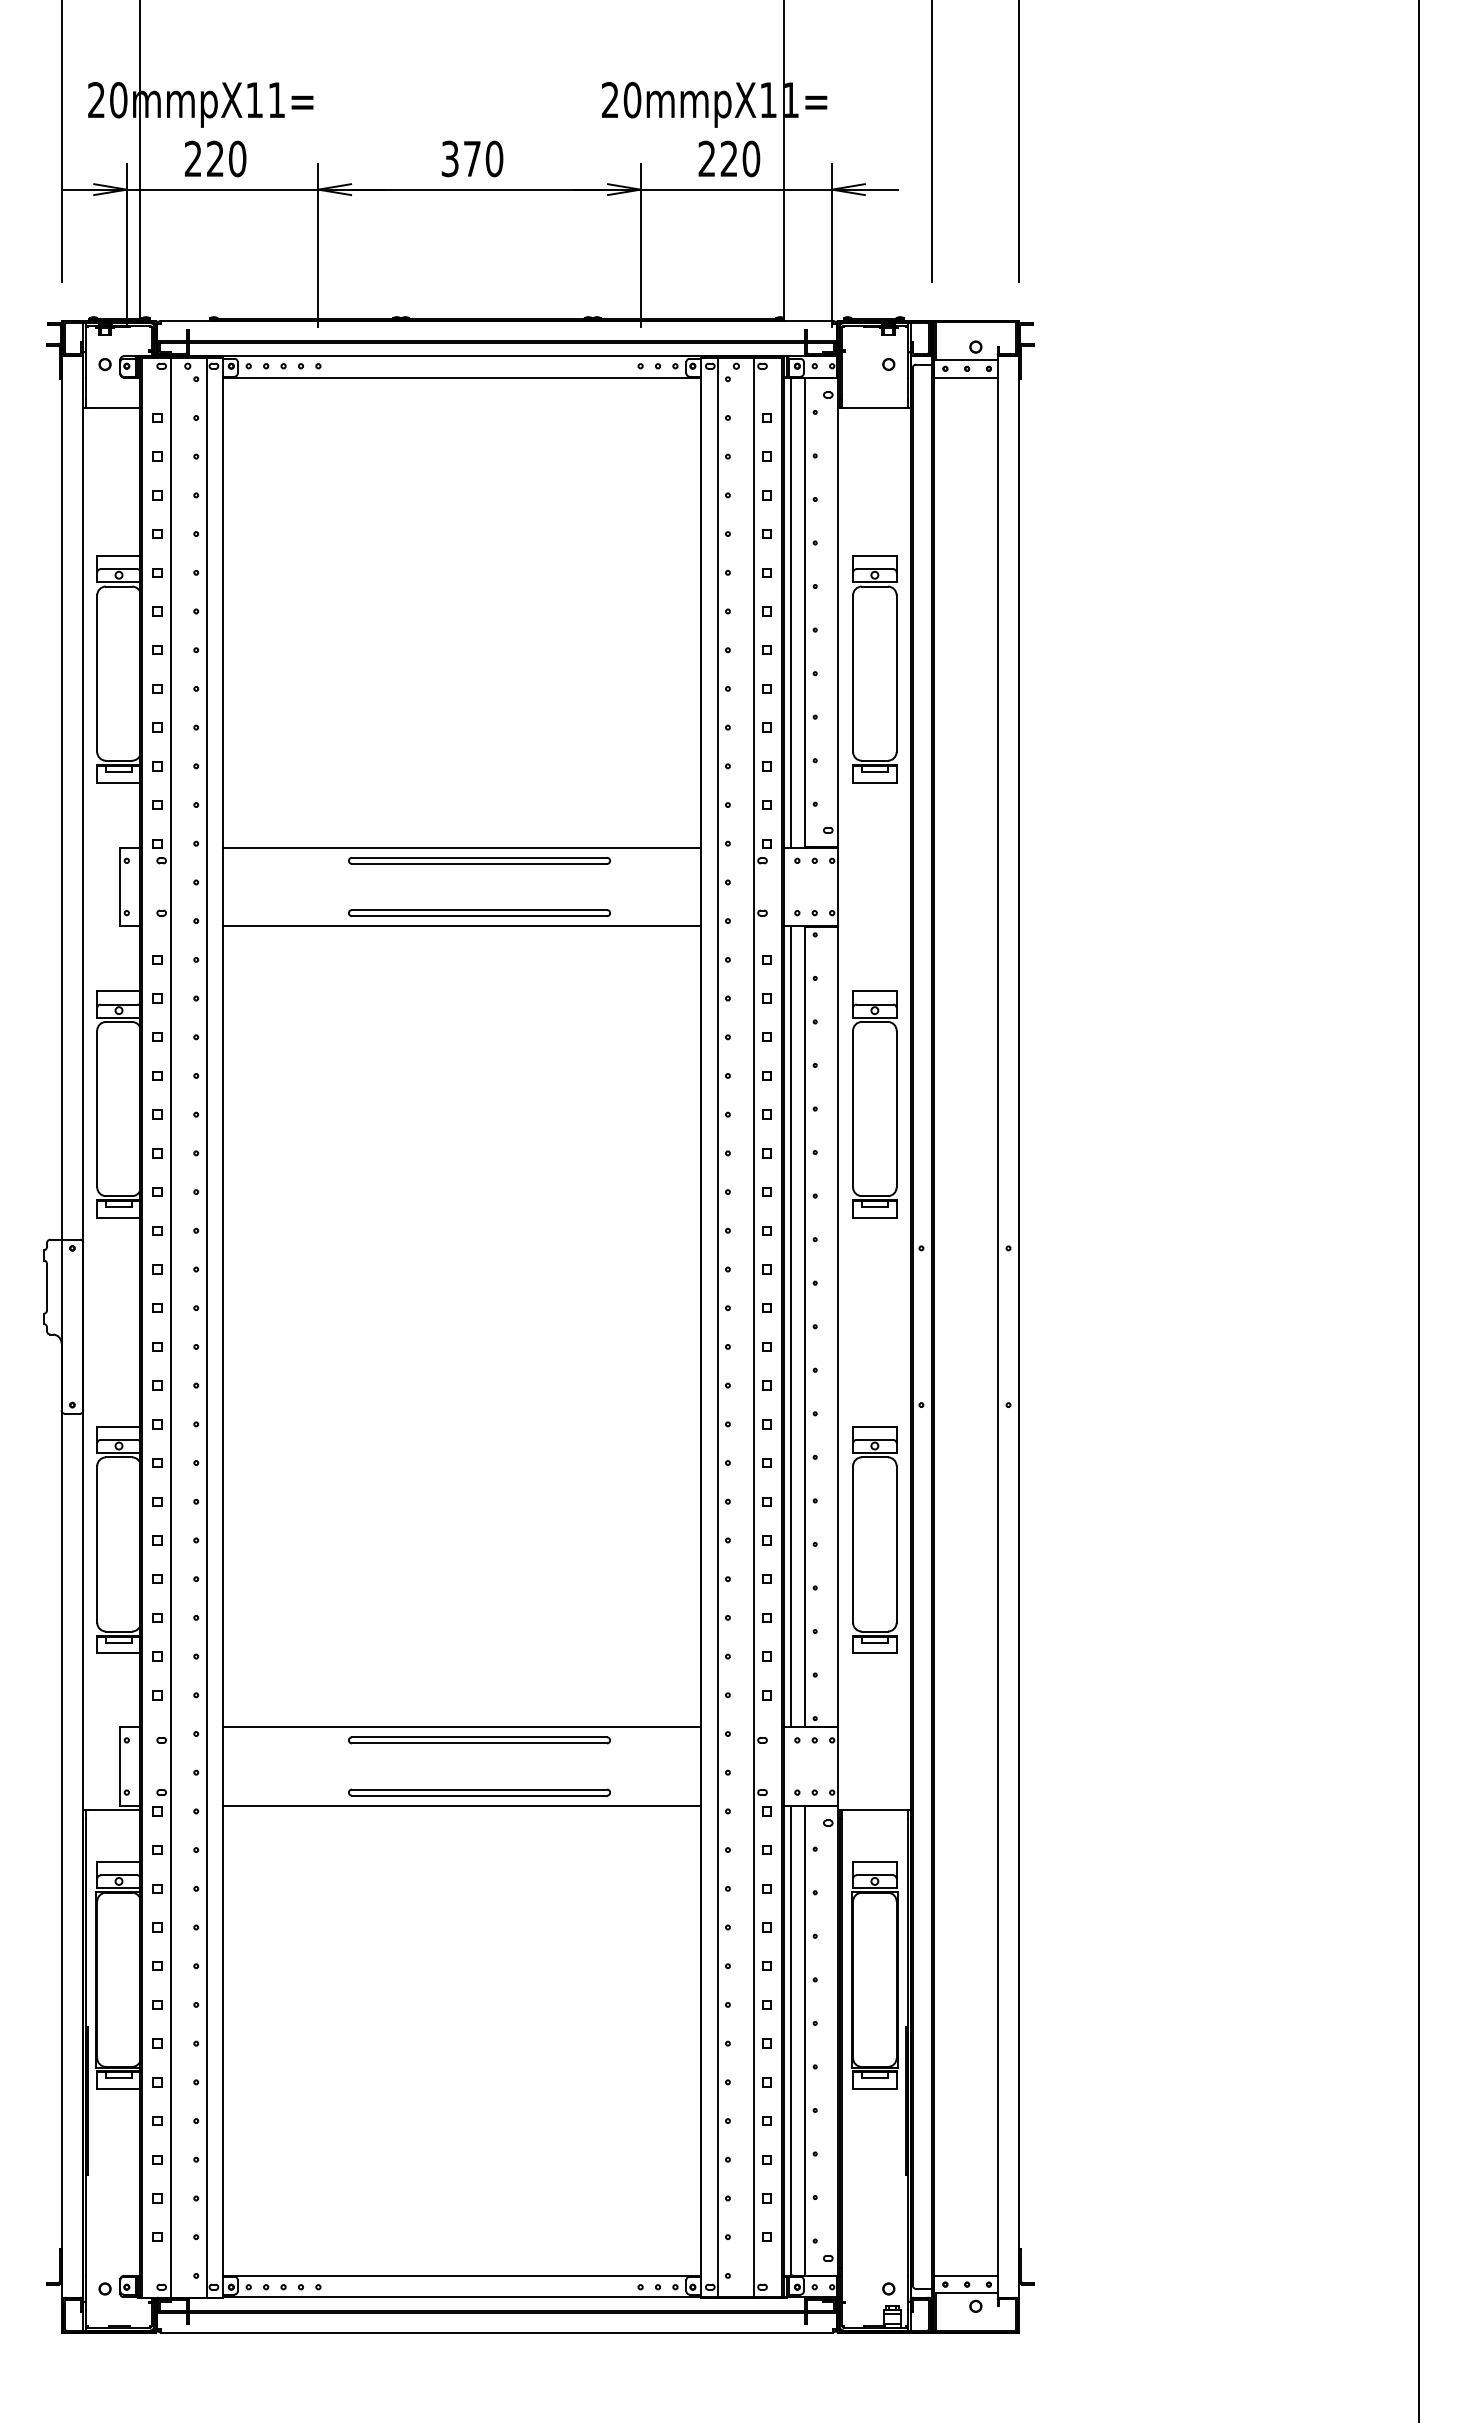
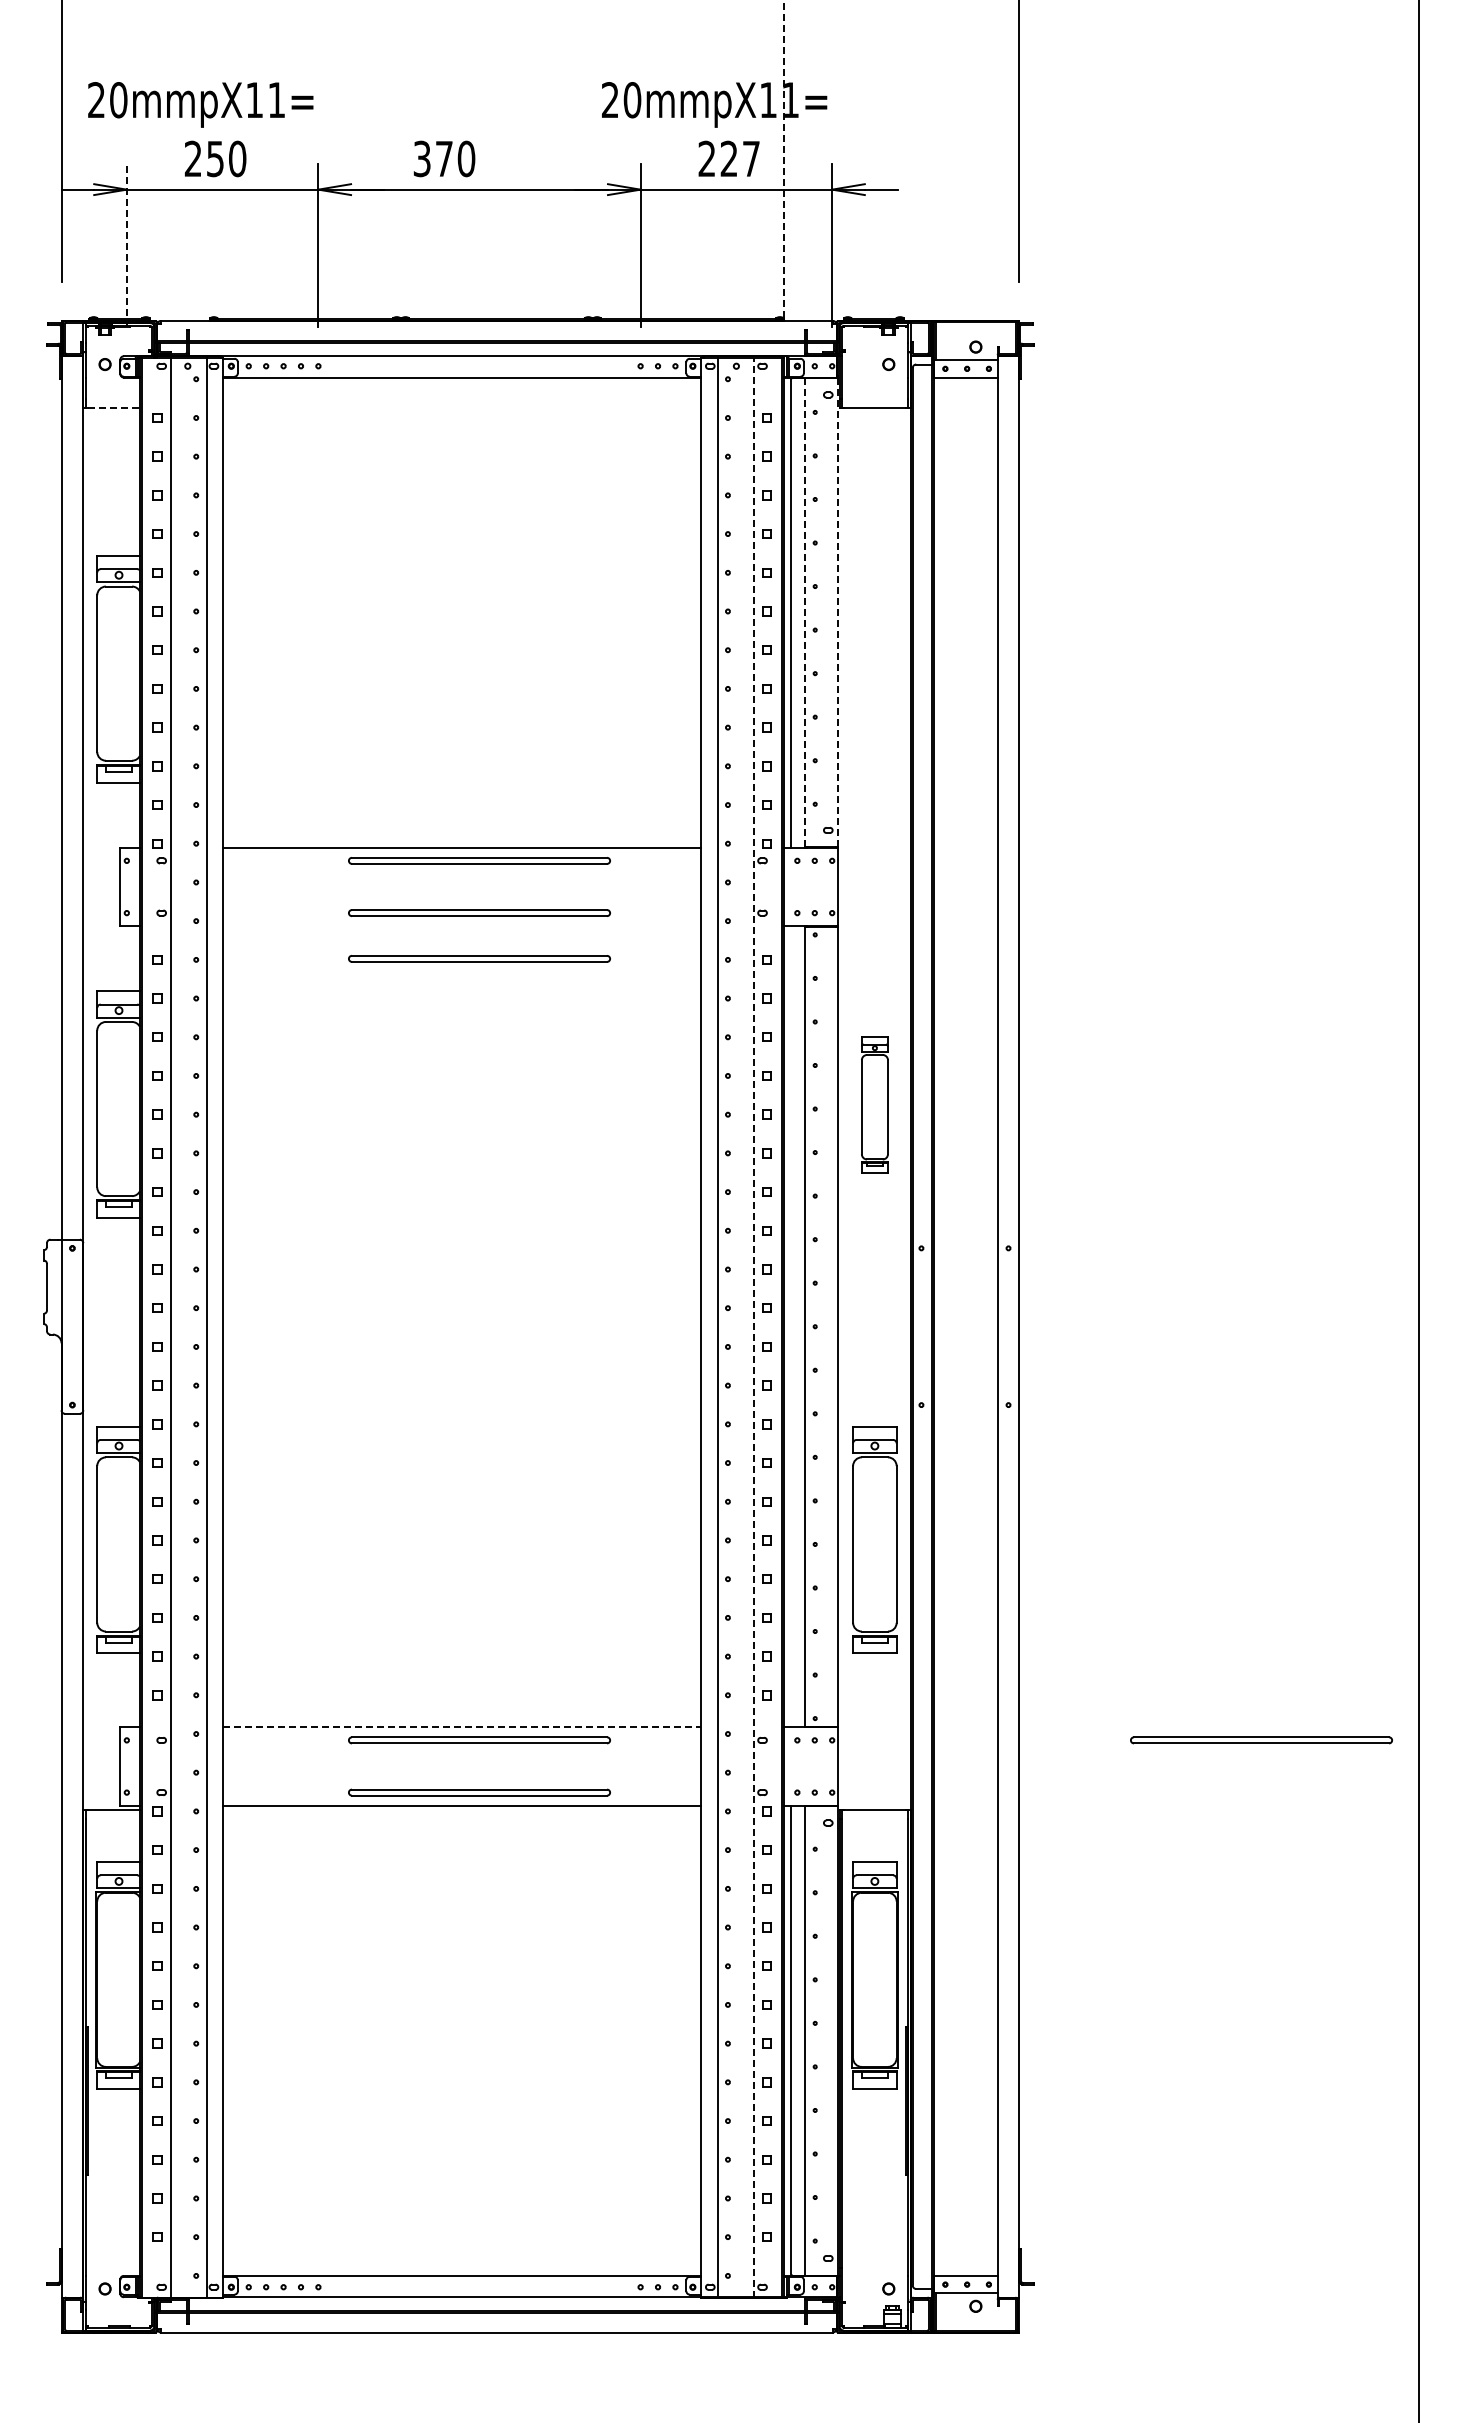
line at (932, 141): present -> none
text at (215, 158): 220 -> 250
text at (472, 158) position: (472, 158) -> (444, 158)
text at (751, 158): 220 -> 227
line at (784, 159): solid -> dashed
line at (139, 160): present -> none
line at (126, 245): solid -> dashed
line at (114, 408): solid -> dashed
line at (805, 612): solid -> dashed
line at (838, 612): solid -> dashed
part at (874, 669): present -> none
line at (462, 926): present -> none
part at (479, 958): none -> present
part at (874, 1104) size: 46x229 px -> 28x138 px
line at (791, 1326): present -> none
line at (753, 1327): solid -> dashed
line at (462, 1727): solid -> dashed
part at (1261, 1740): none -> present
